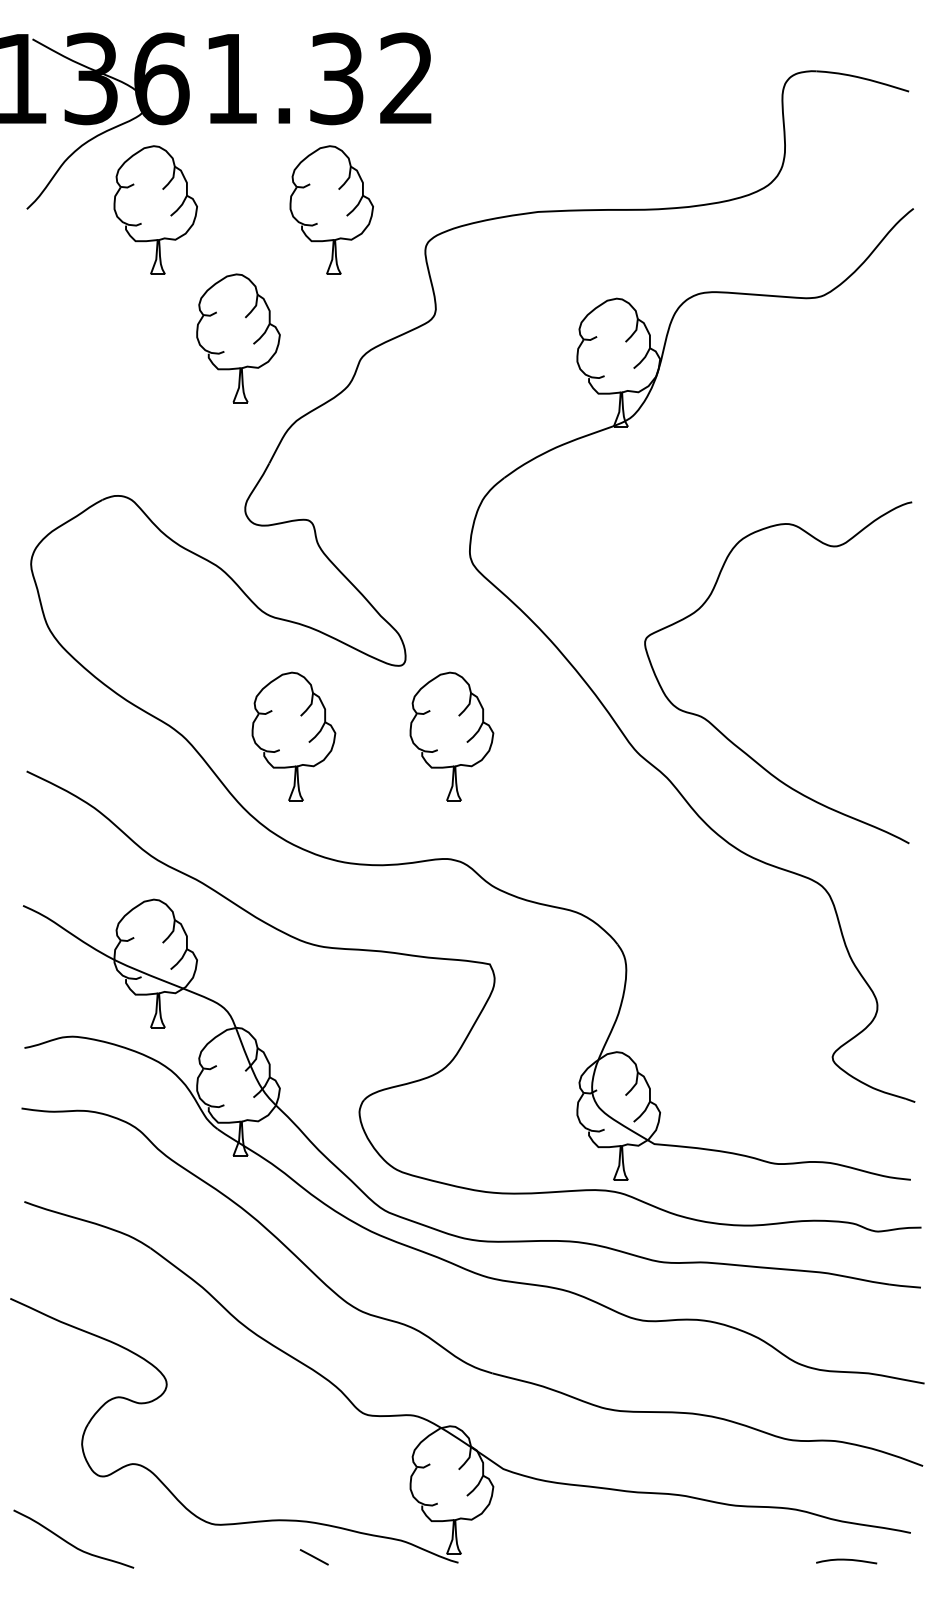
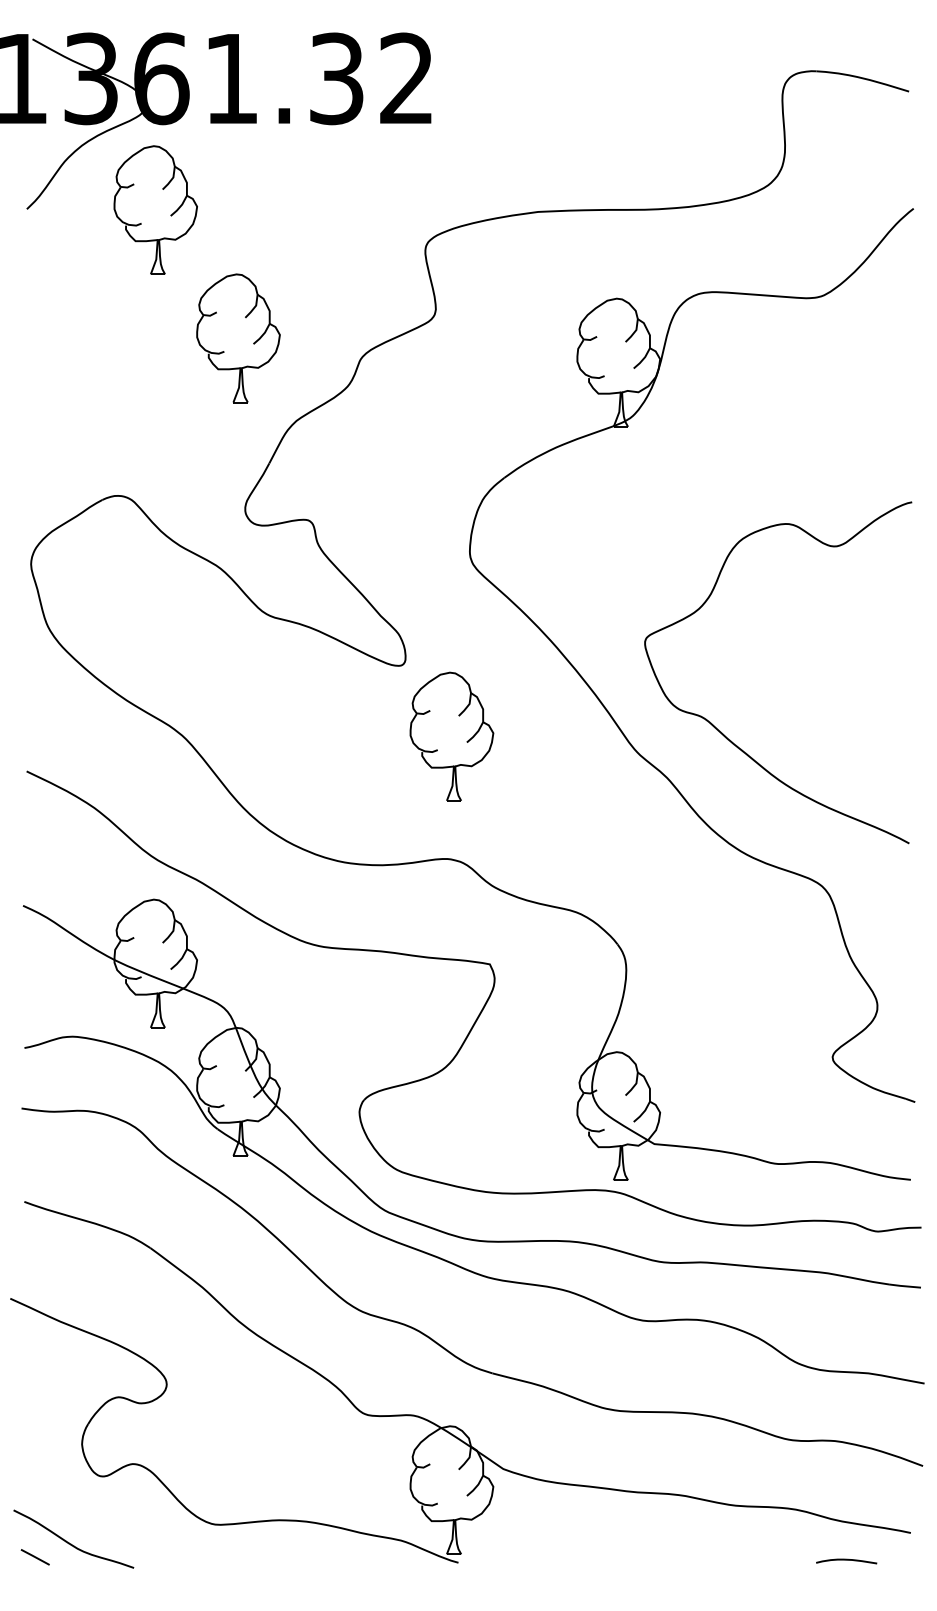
part at (331, 209): present -> none
part at (293, 736): present -> none
line at (313, 1557) position: (313, 1557) -> (34, 1557)
